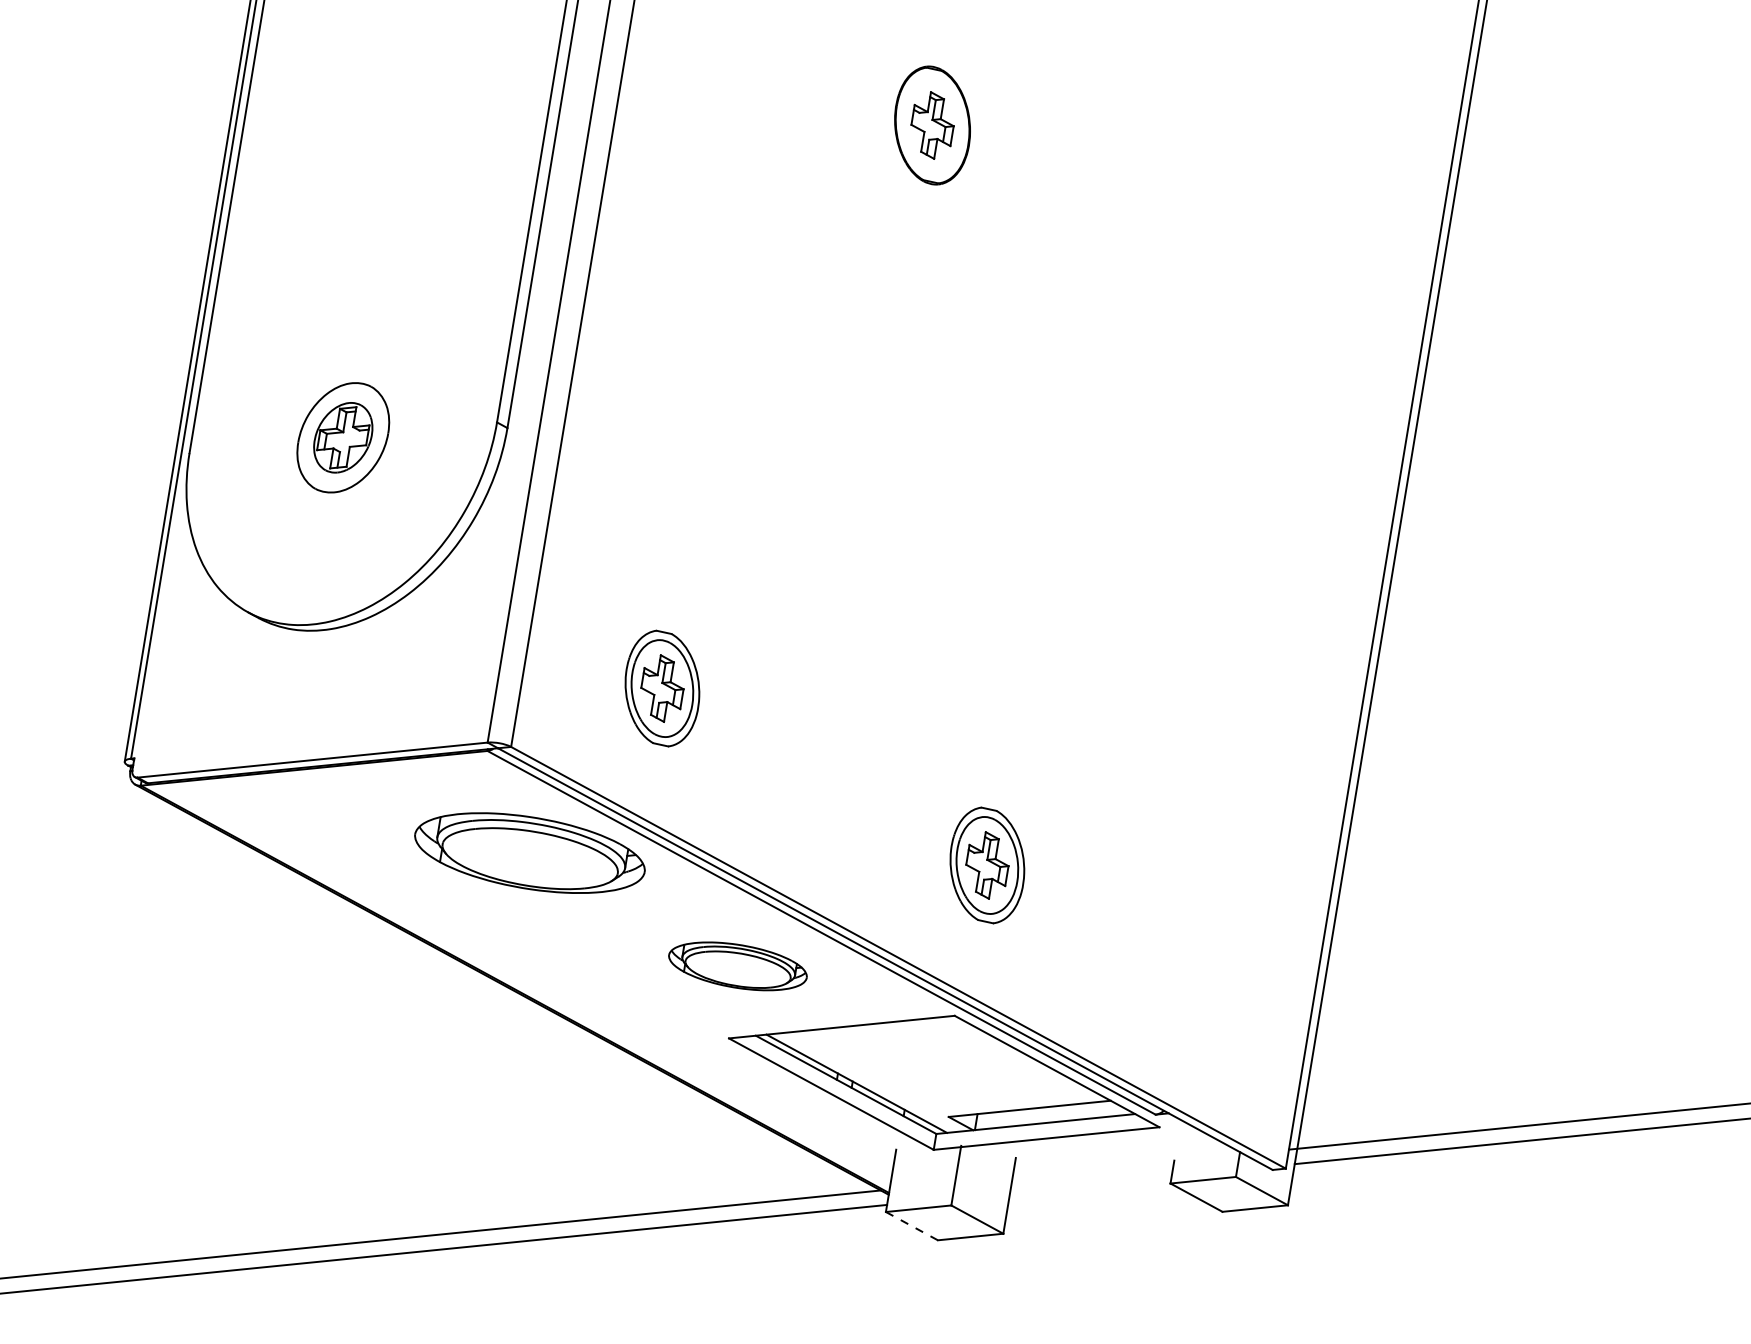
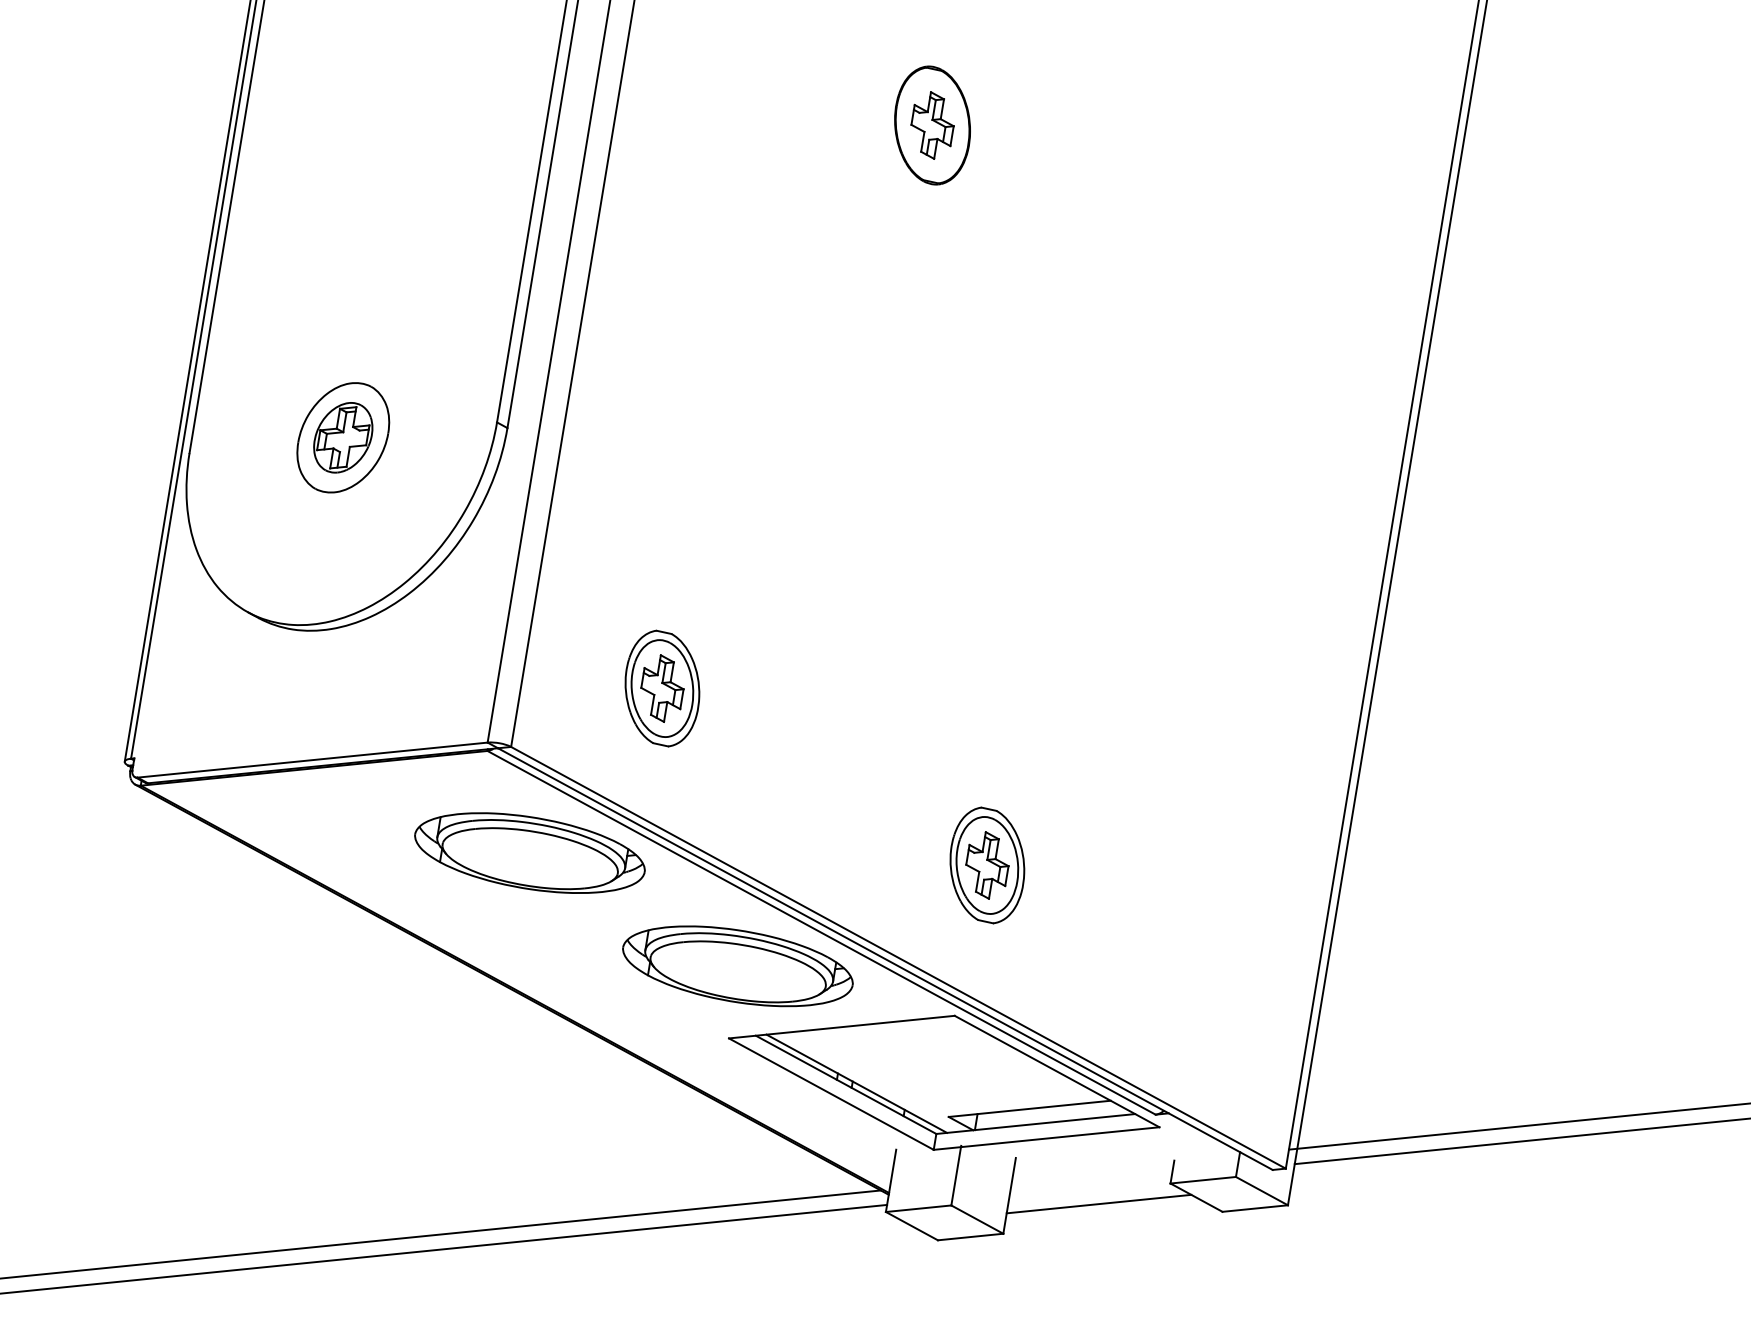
part at (737, 966) size: 140x51 px -> 232x83 px
line at (1098, 1203): none -> present
line at (911, 1226): dashed -> solid
